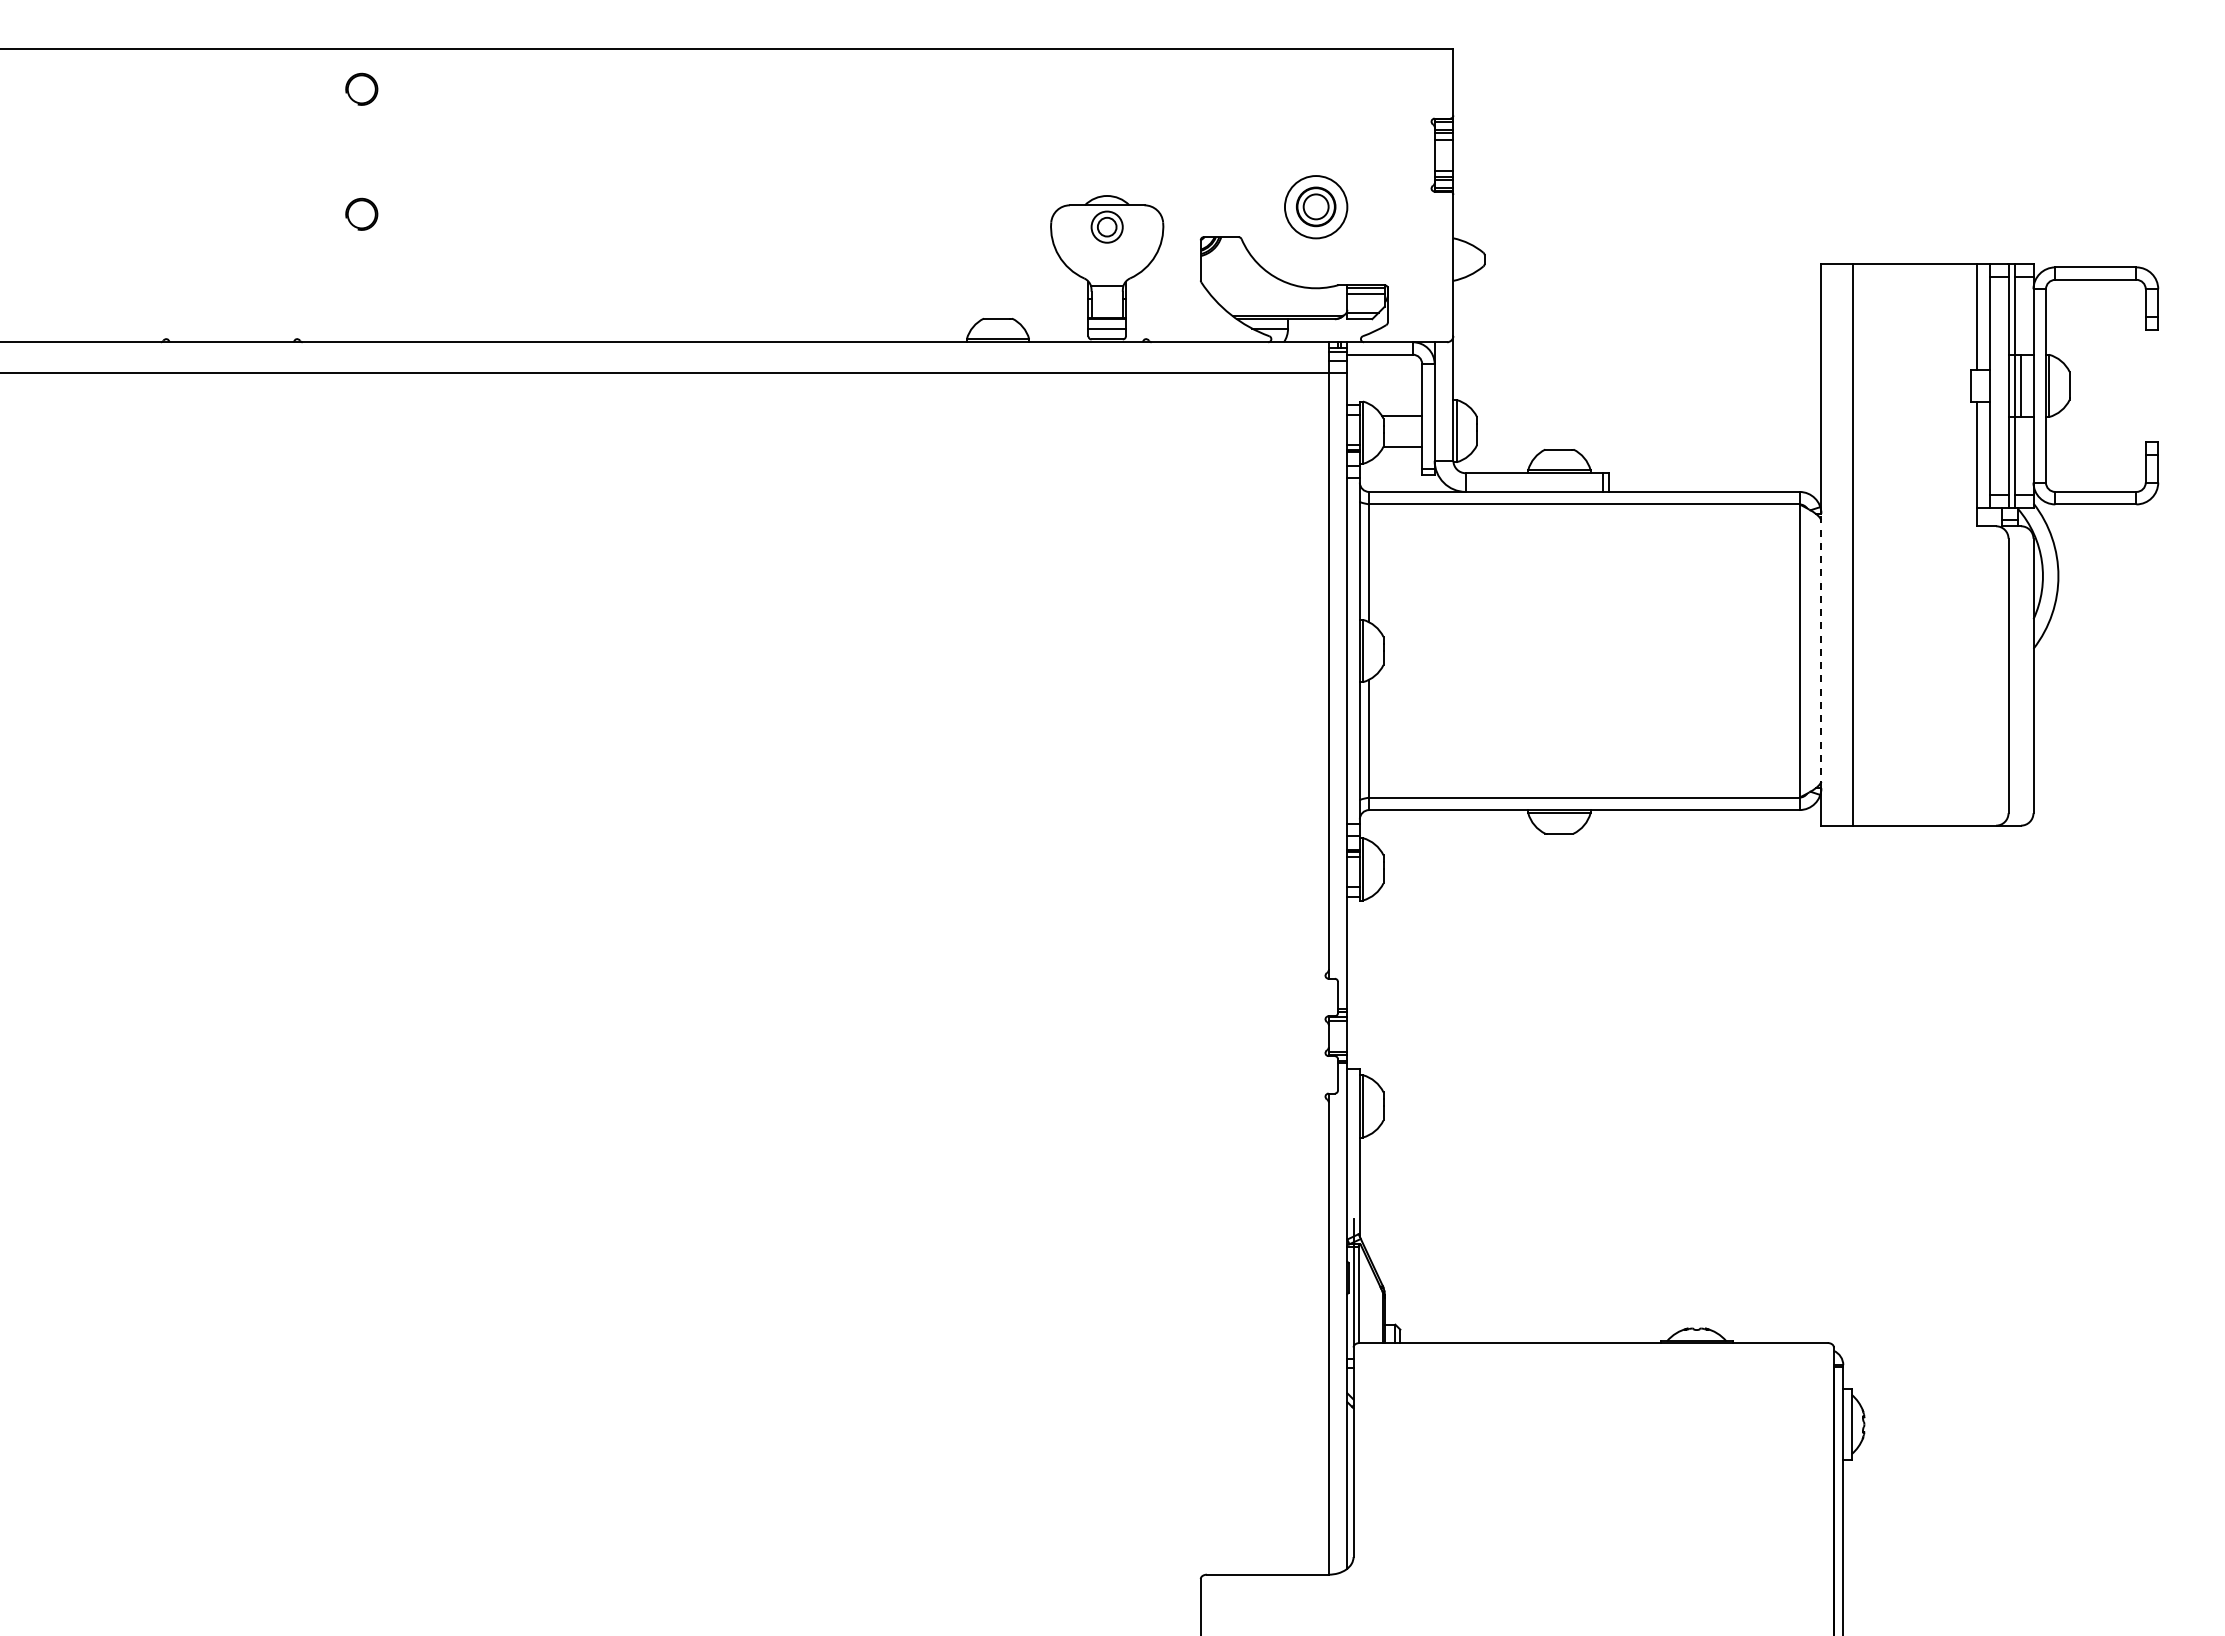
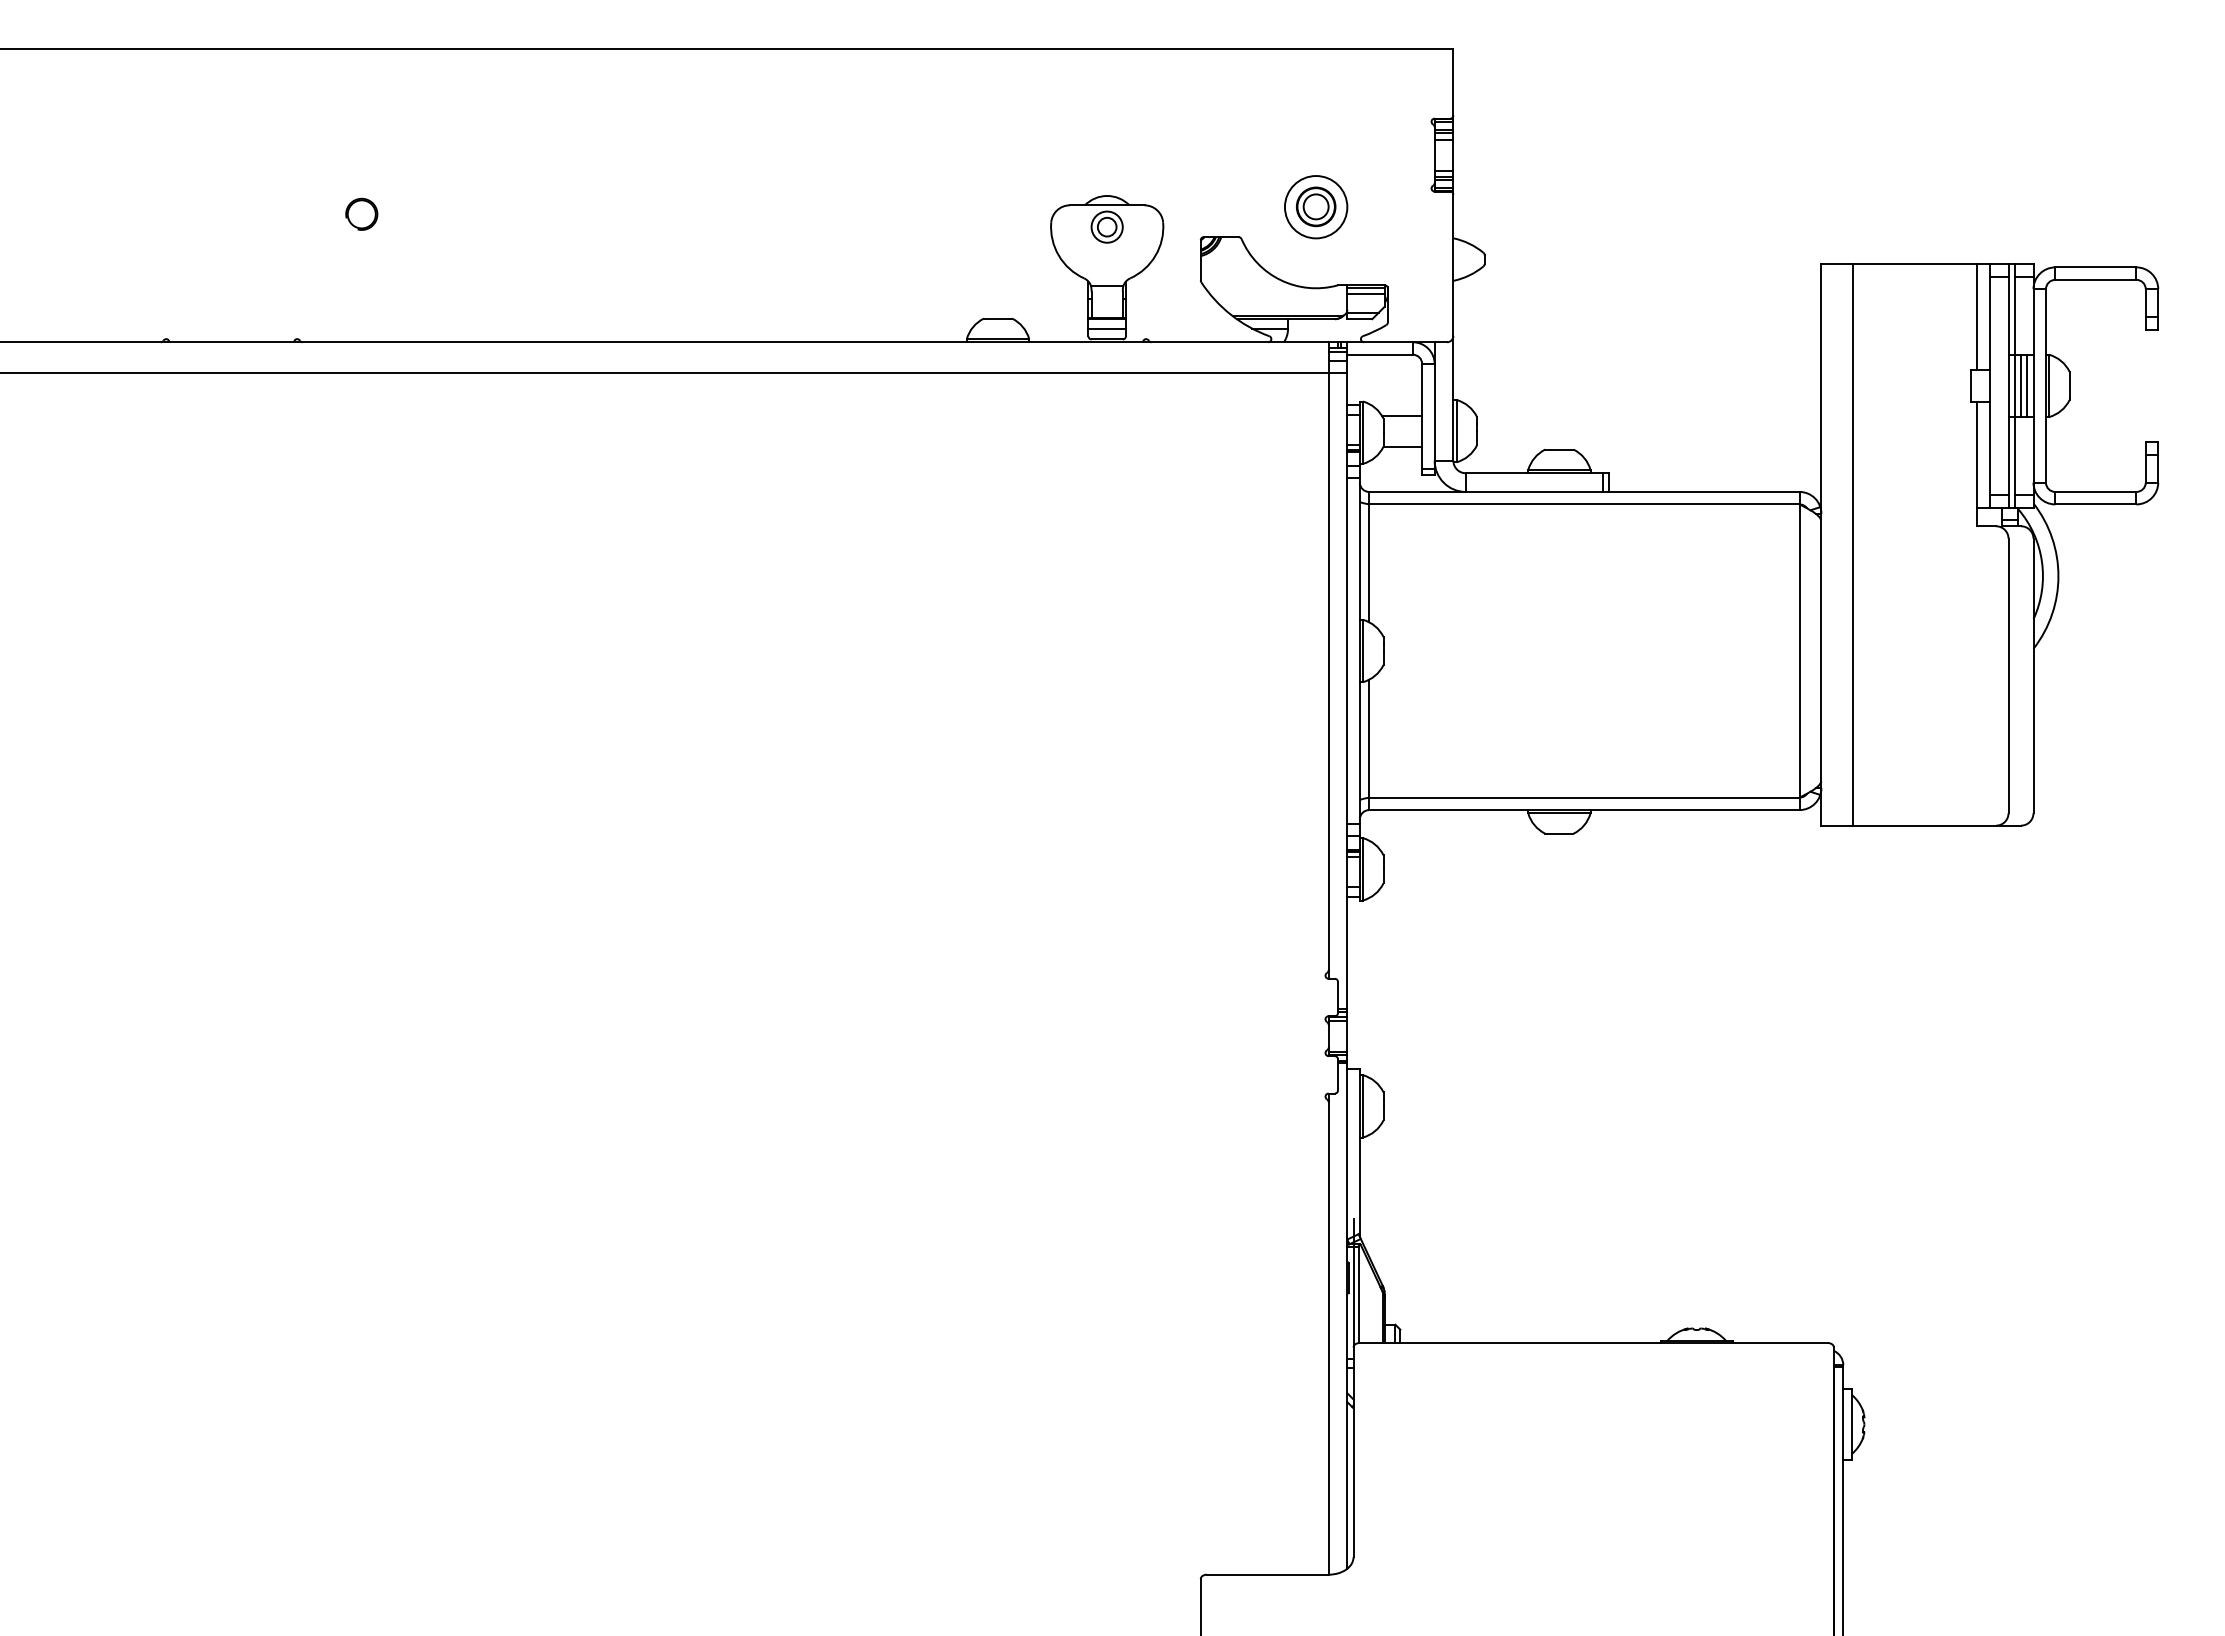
part at (361, 88): present -> none
line at (2027, 385): none -> present
line at (1821, 650): dashed -> solid
